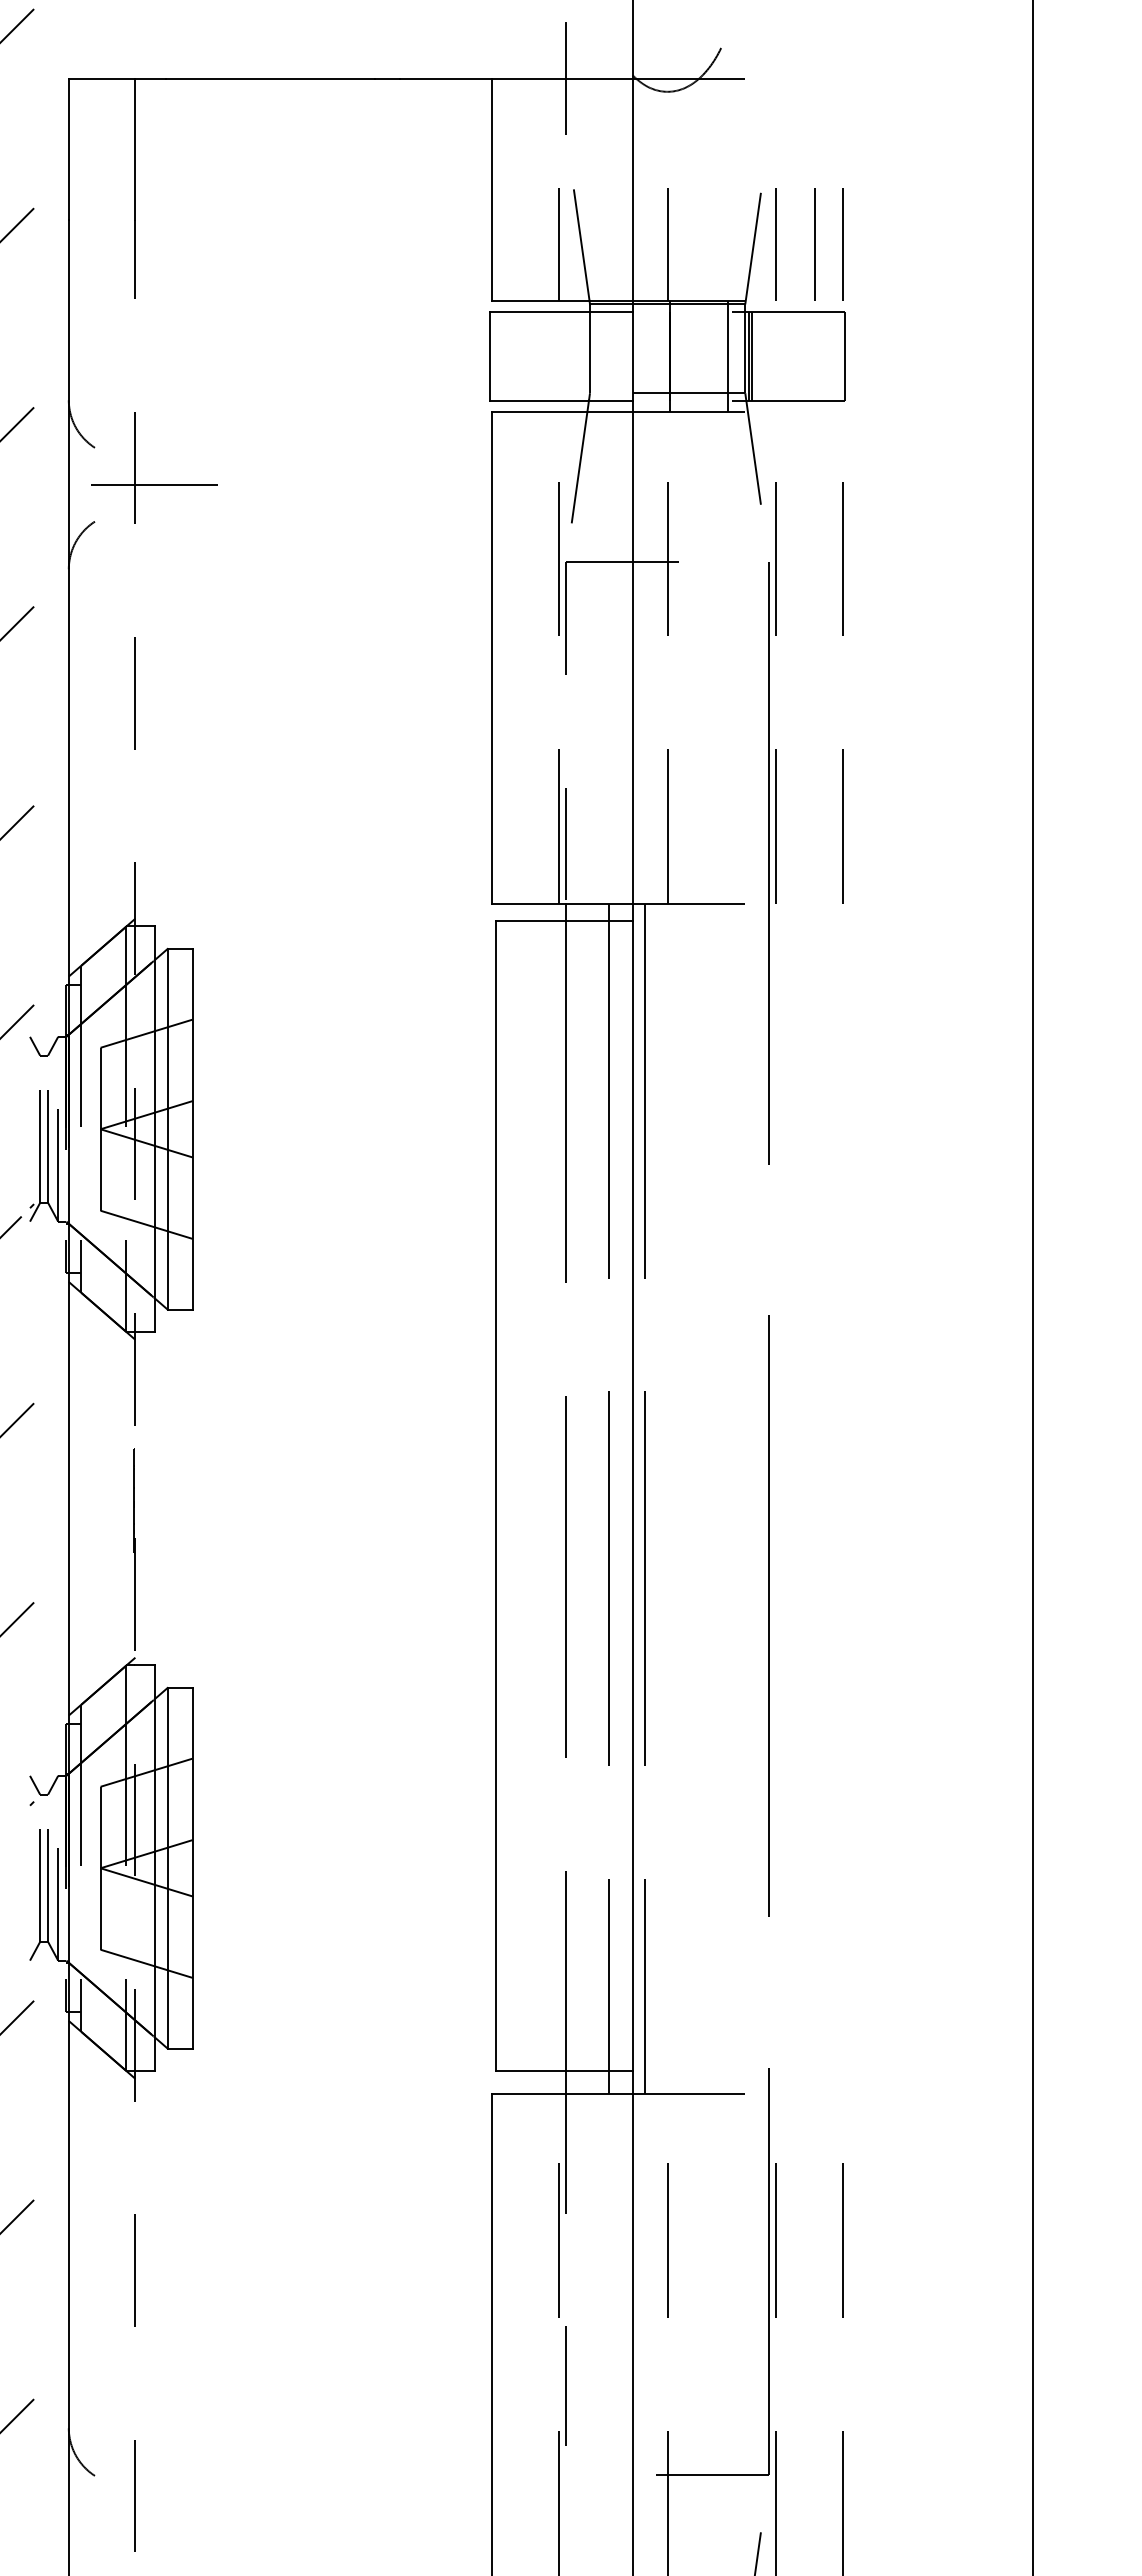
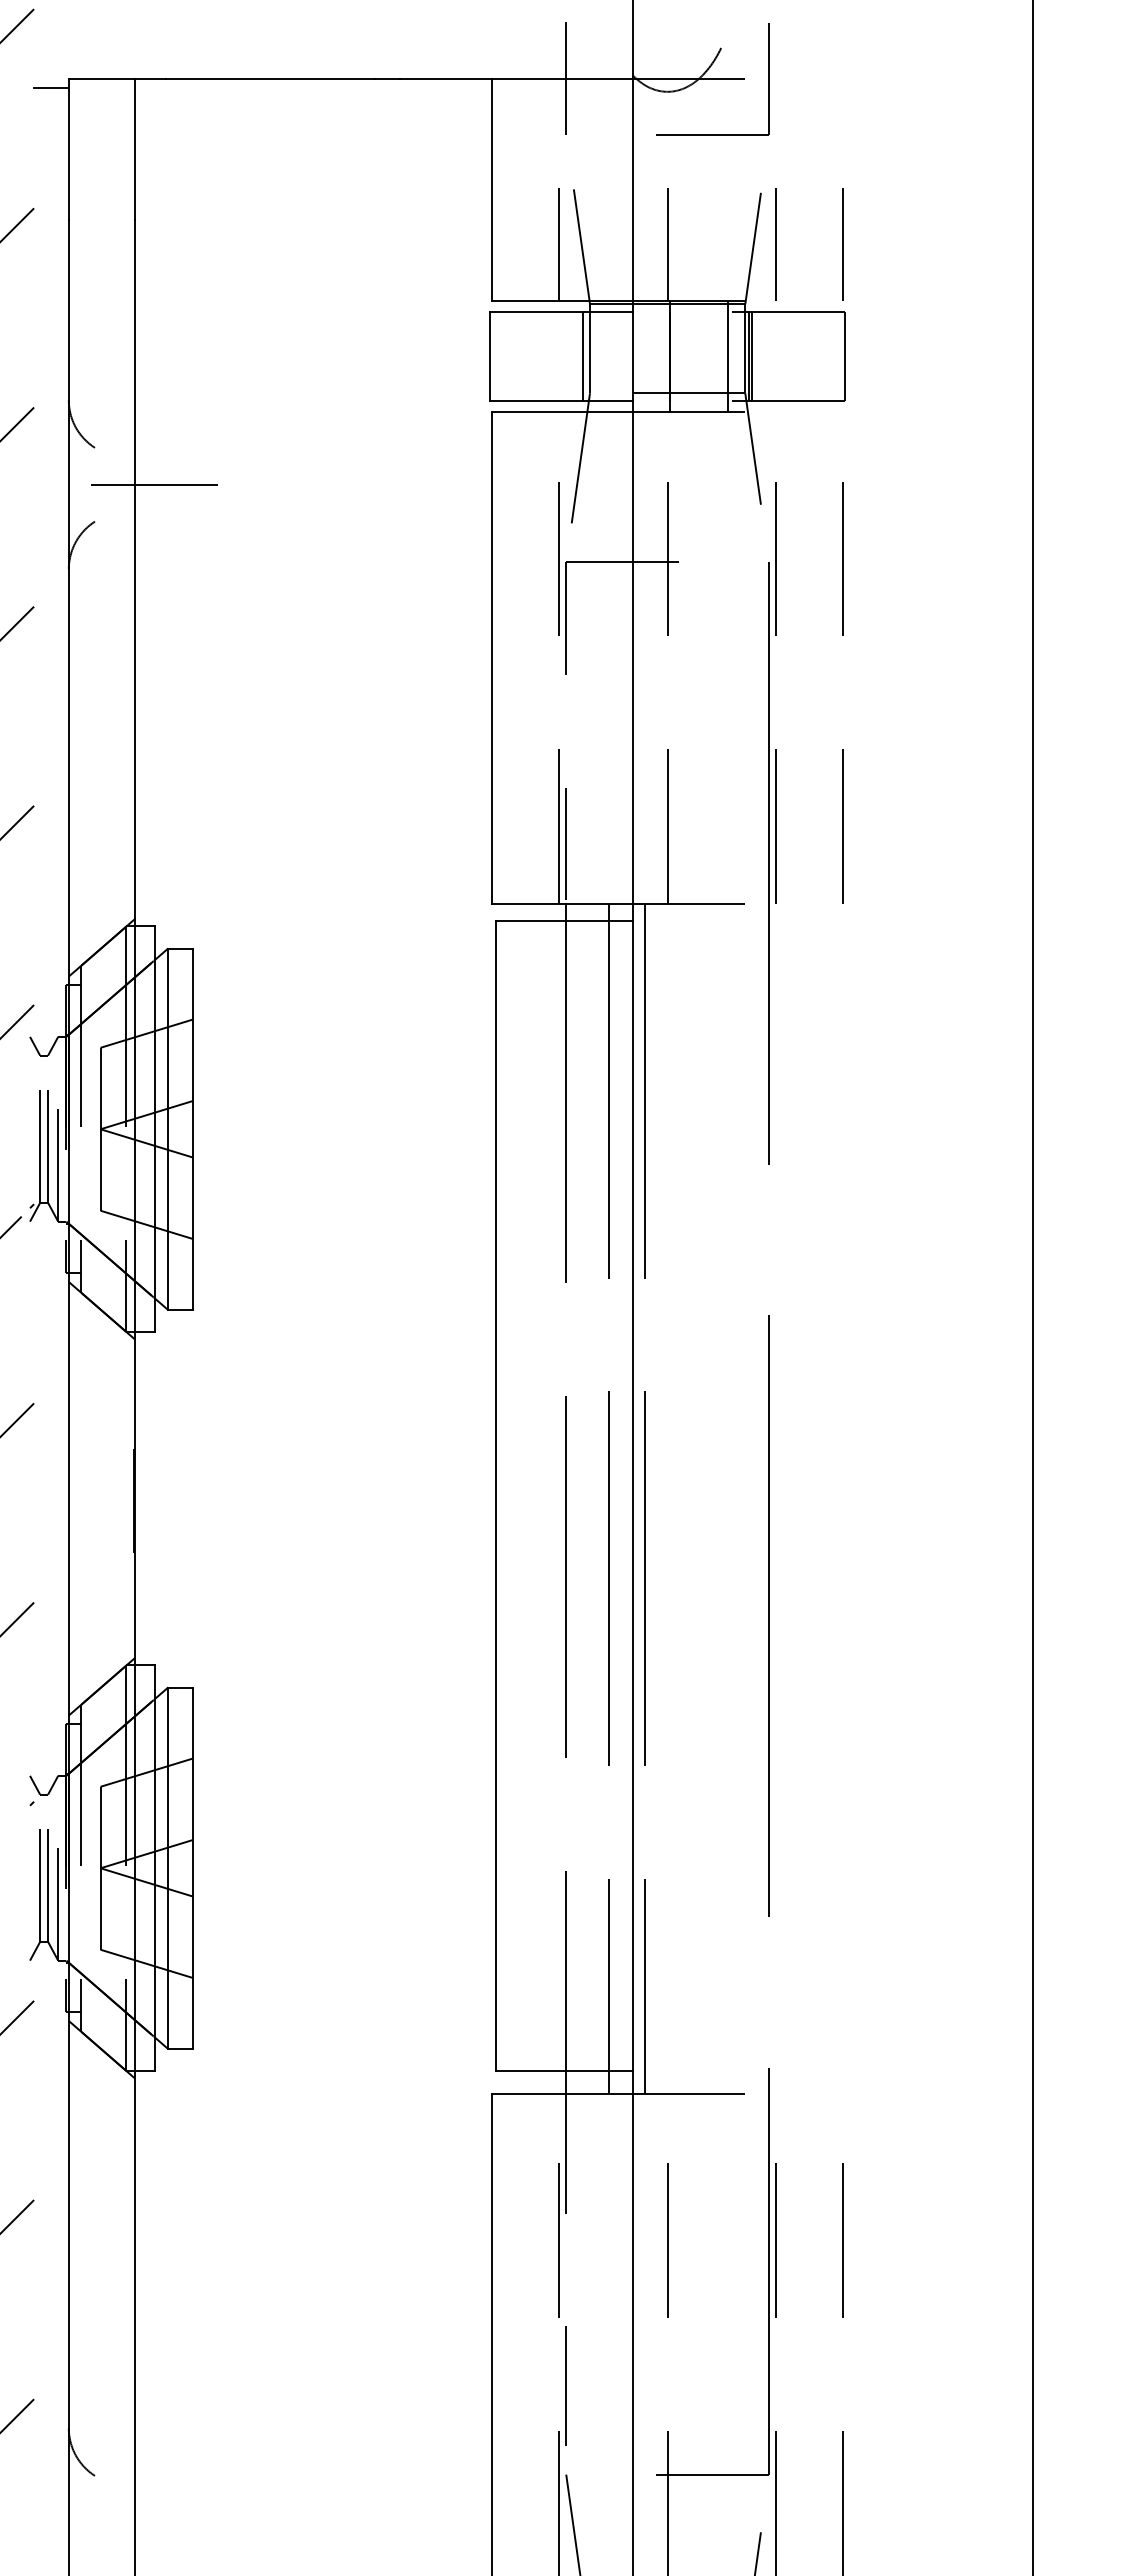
line at (51, 88): none -> present
part at (712, 134): none -> present
line at (814, 244): present -> none
line at (583, 355): none -> present
line at (135, 1397): dashed -> solid
line at (572, 2523): none -> present
